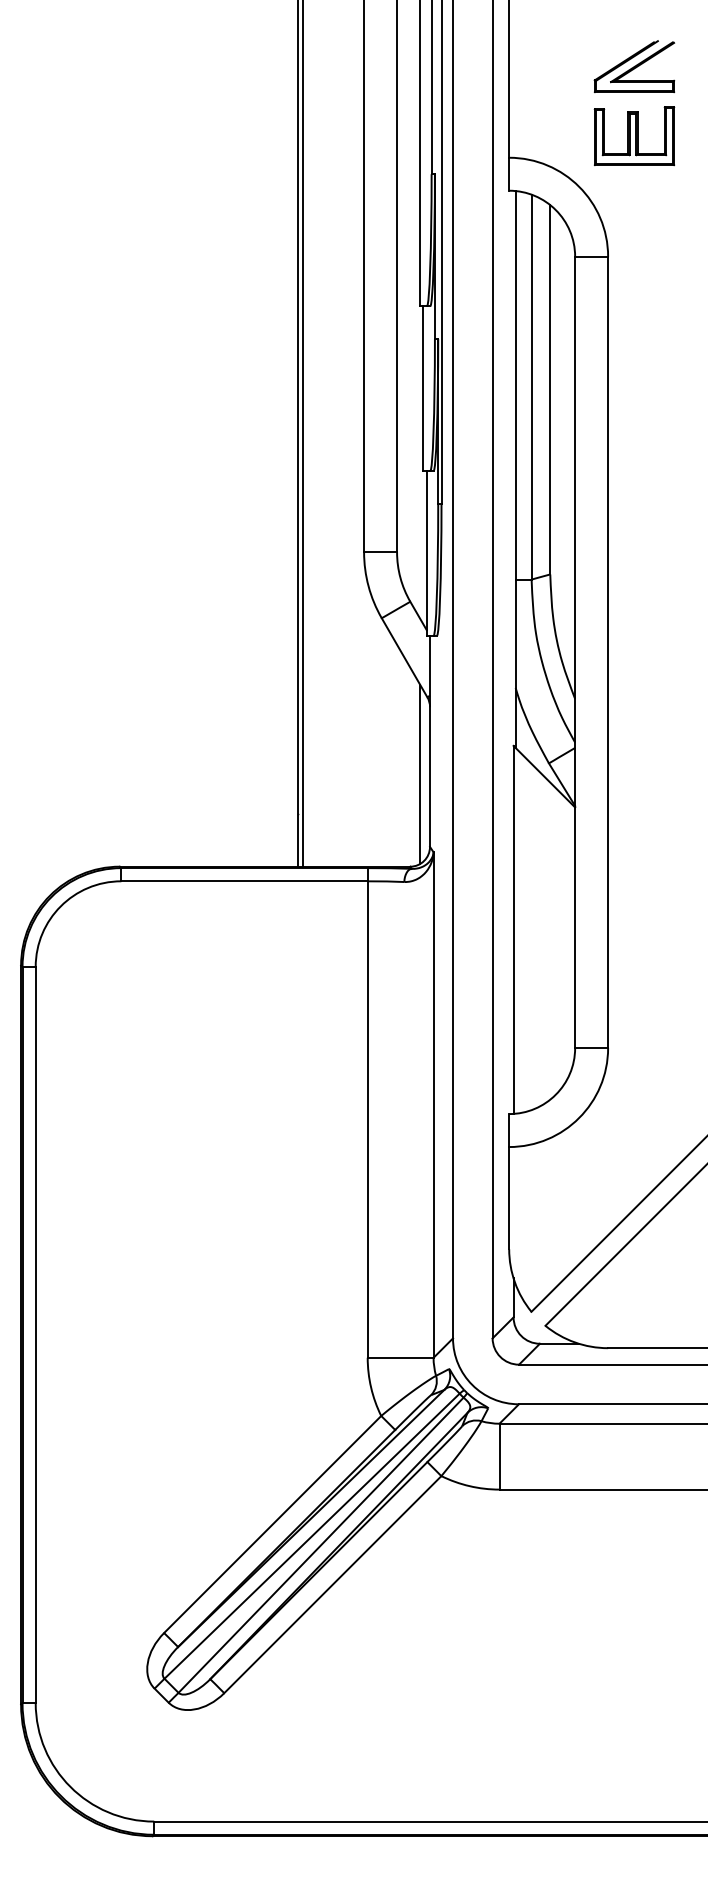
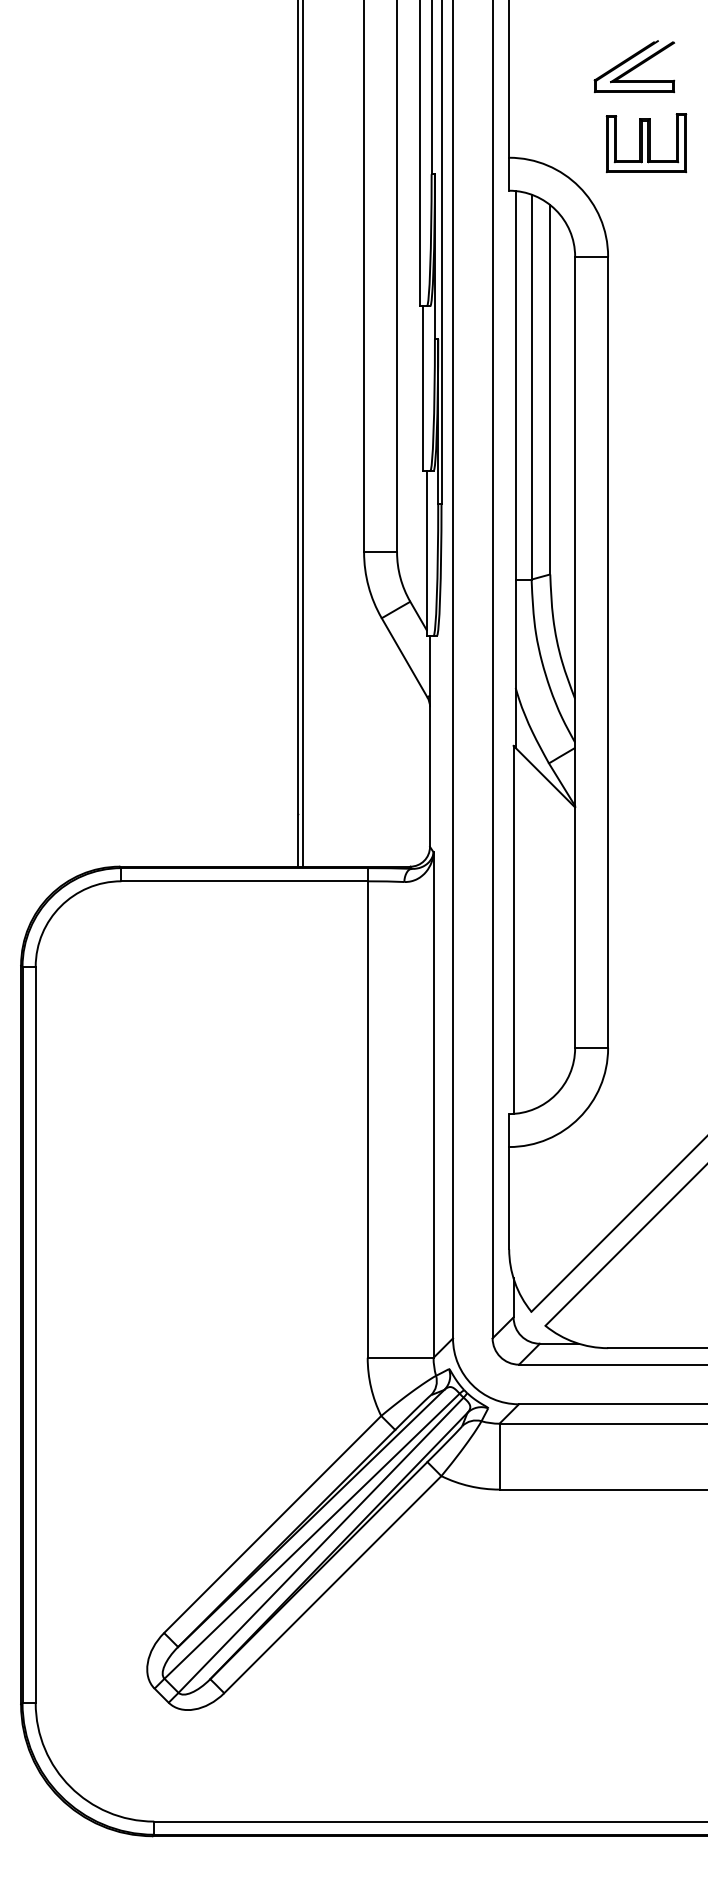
part at (634, 136) position: (634, 136) -> (646, 143)
line at (420, 774): present -> none
